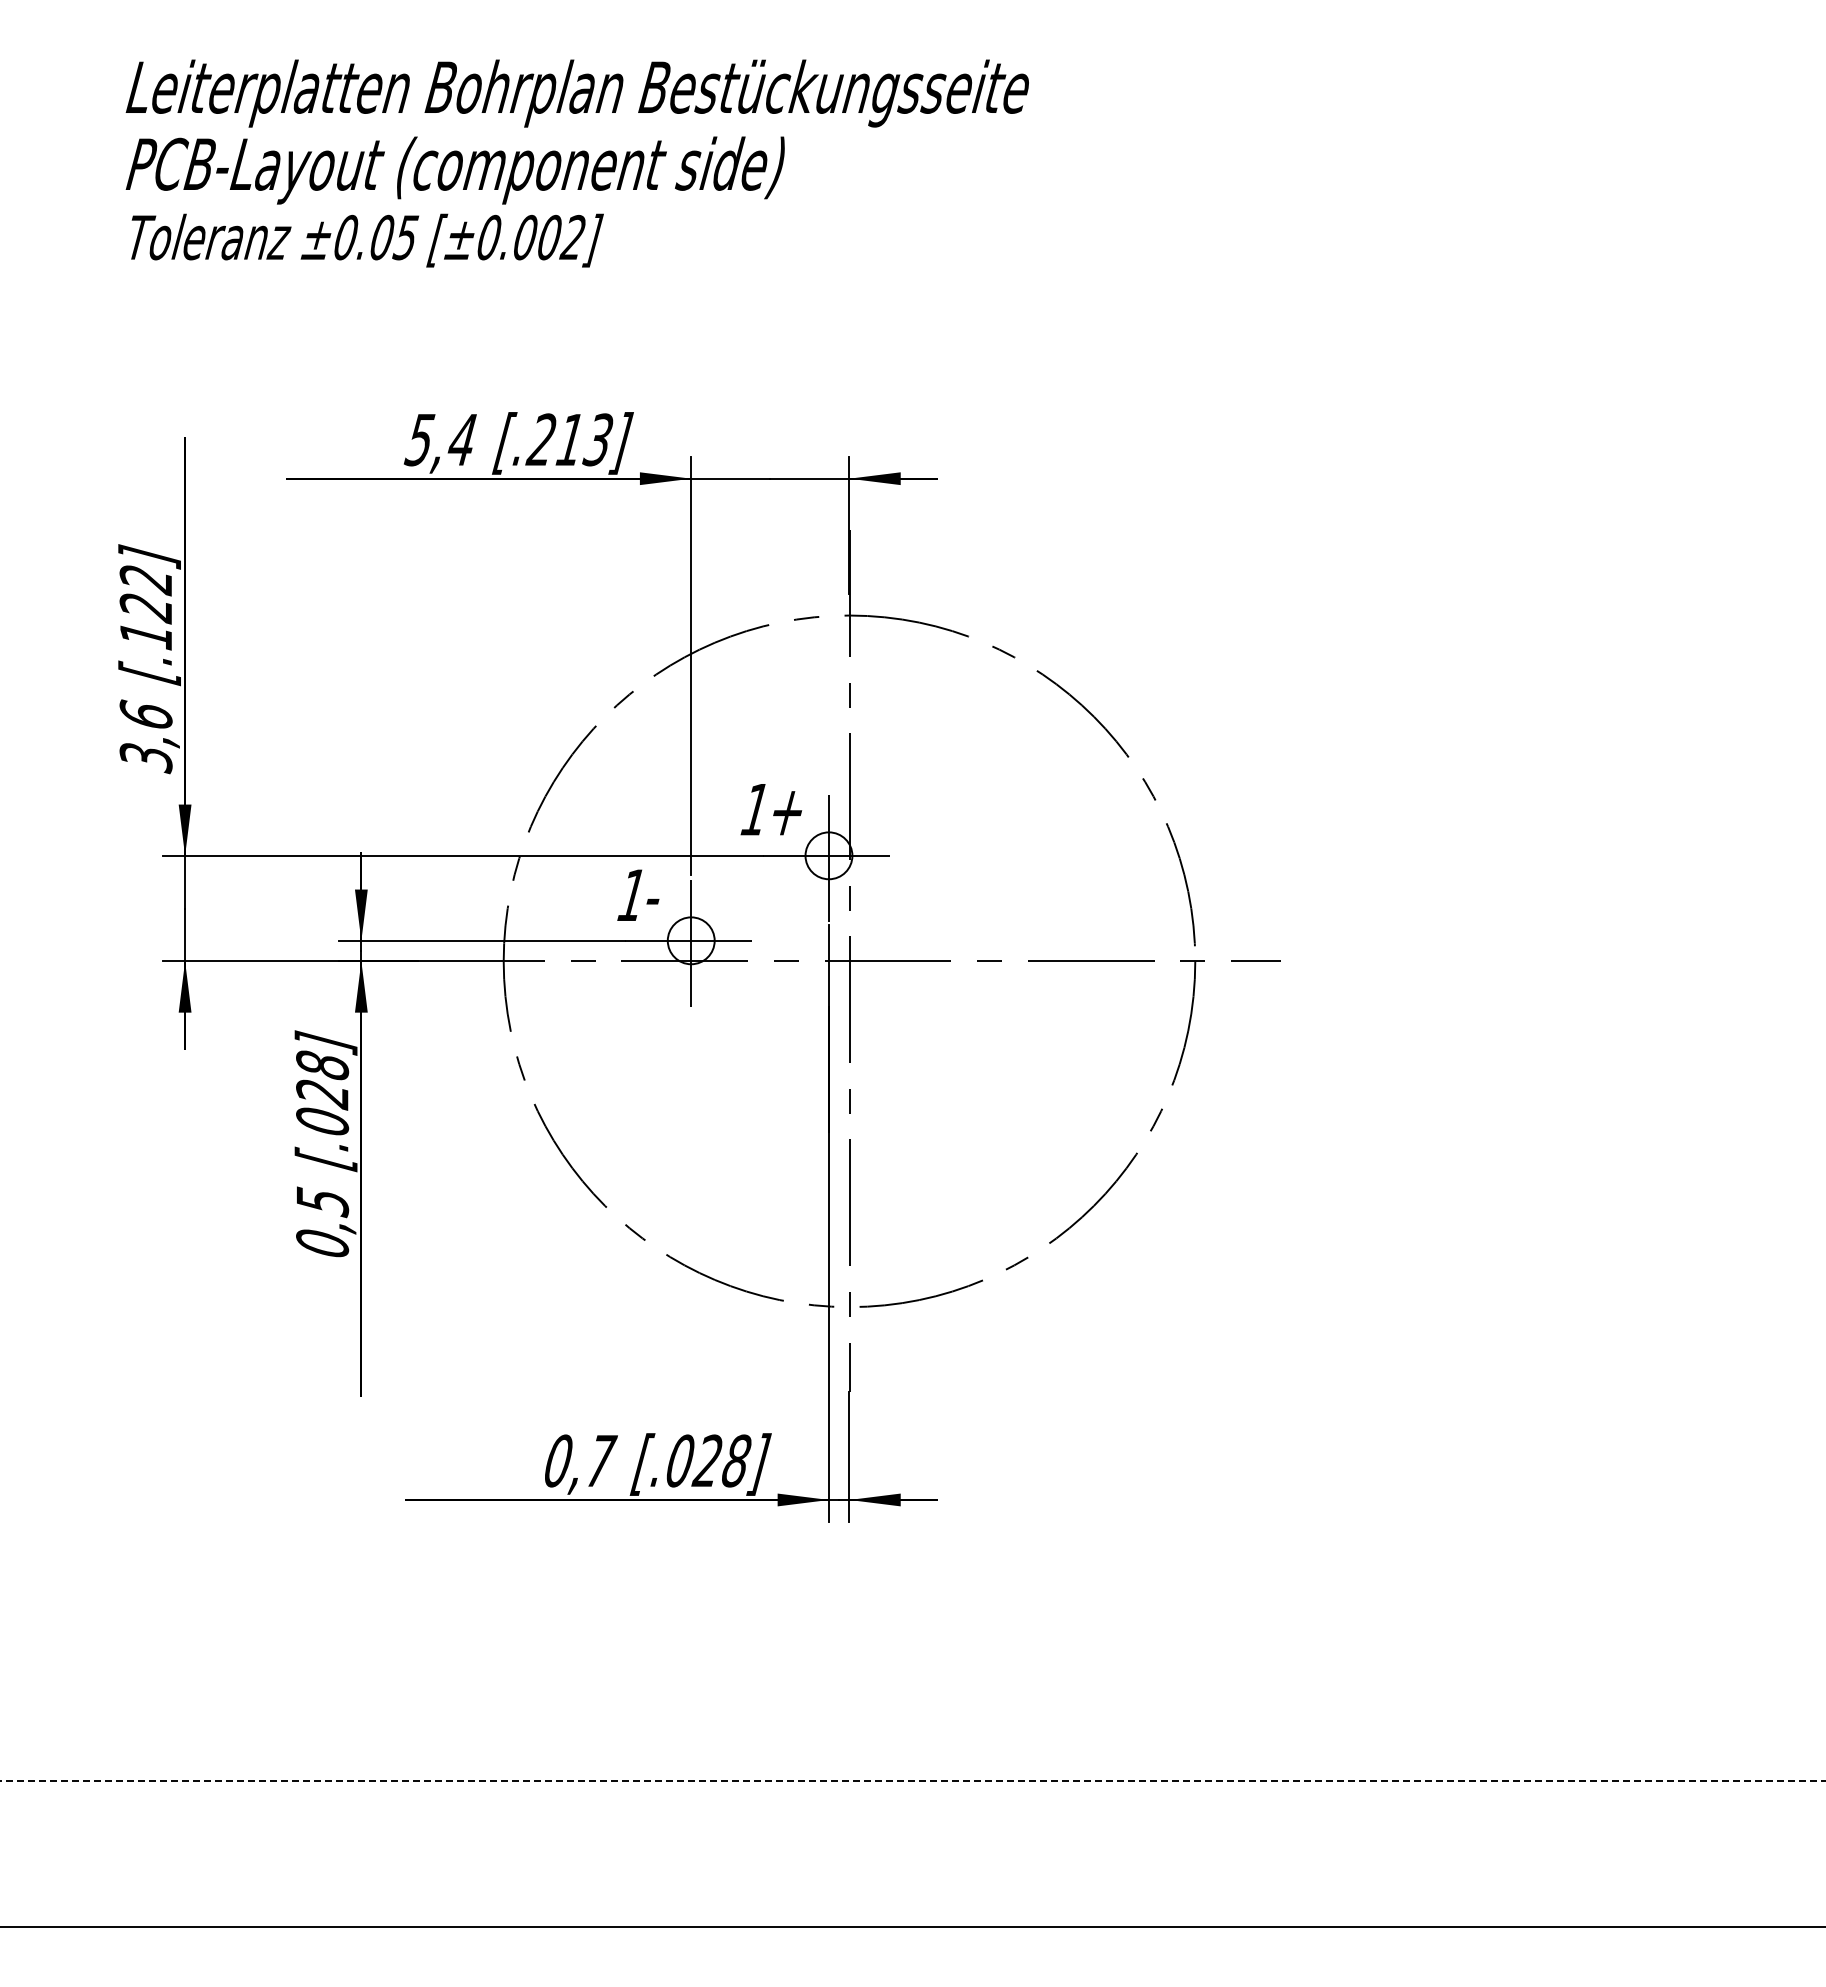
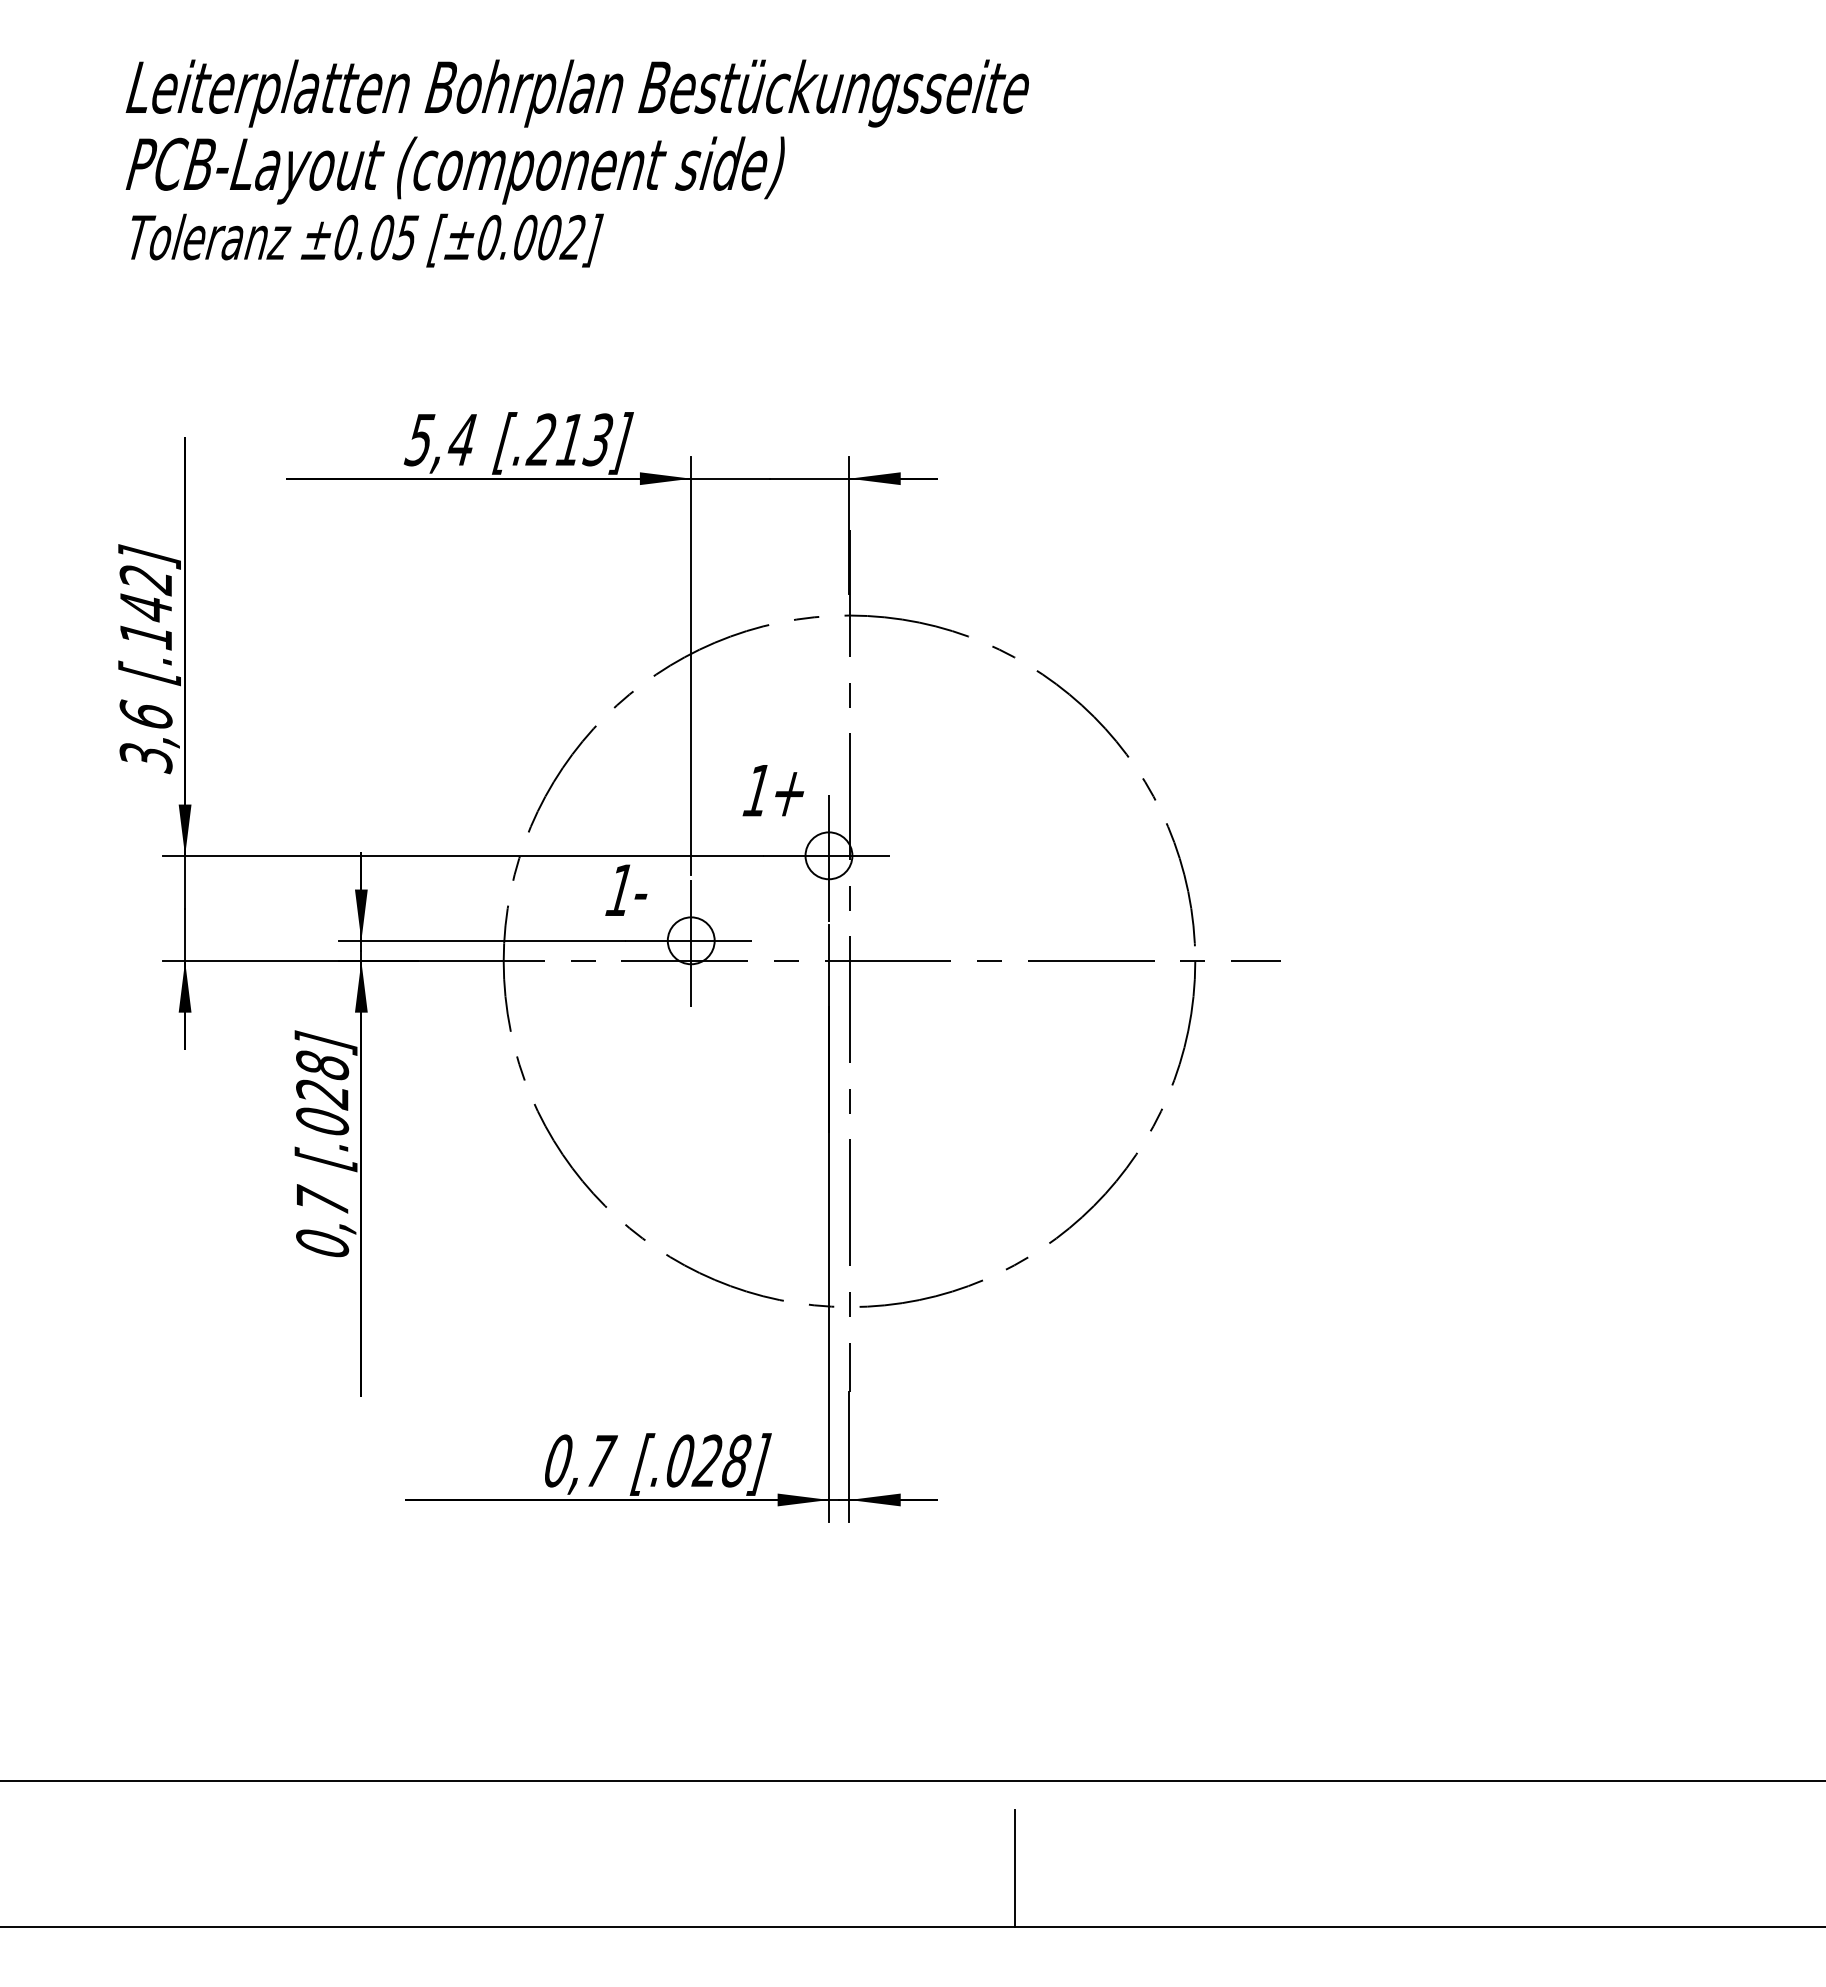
text at (145, 608): [.122] -> [.142]
text at (771, 809) position: (771, 809) -> (773, 790)
text at (638, 894) position: (638, 894) -> (626, 889)
text at (323, 1201): 0,5 -> 0,7
line at (913, 1780): dashed -> solid
line at (1014, 1868): none -> present
